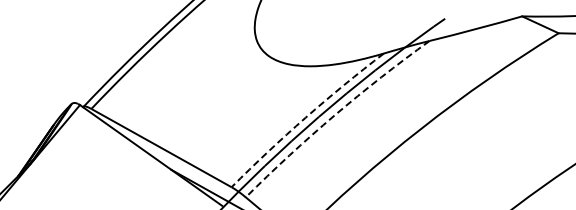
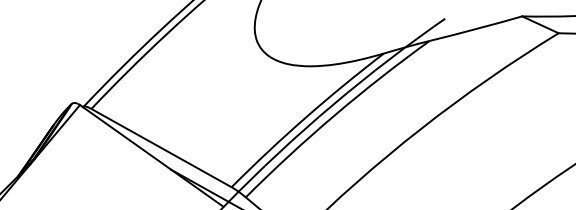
arc at (334, 115): dashed -> solid
arc at (305, 117): dashed -> solid
